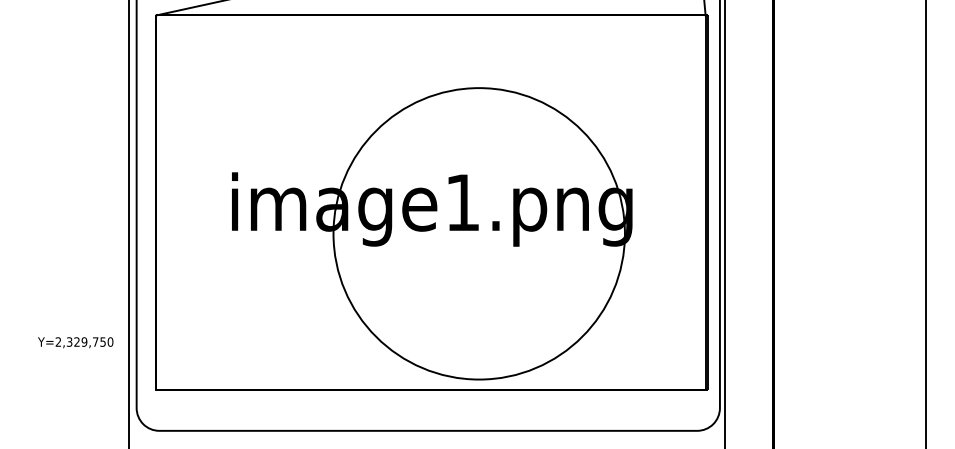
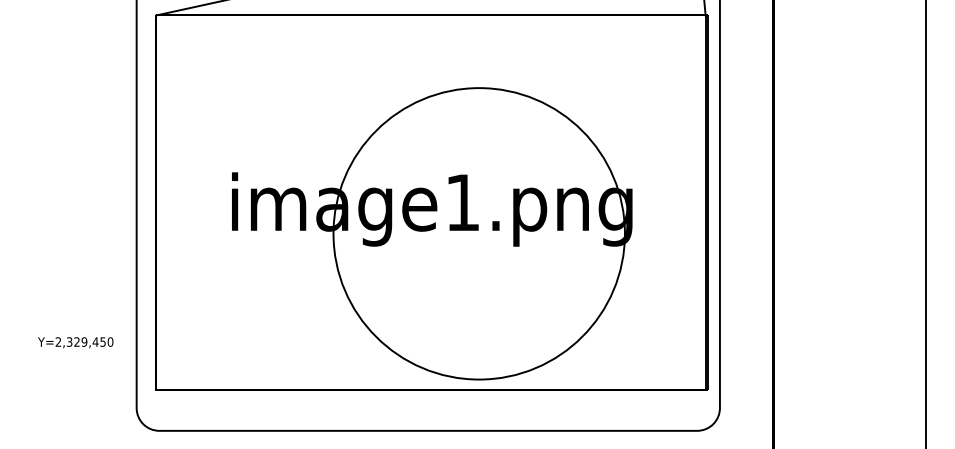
line at (129, 223): present -> none
line at (725, 223): present -> none
text at (95, 341): Y=2,329,750 -> Y=2,329,450
